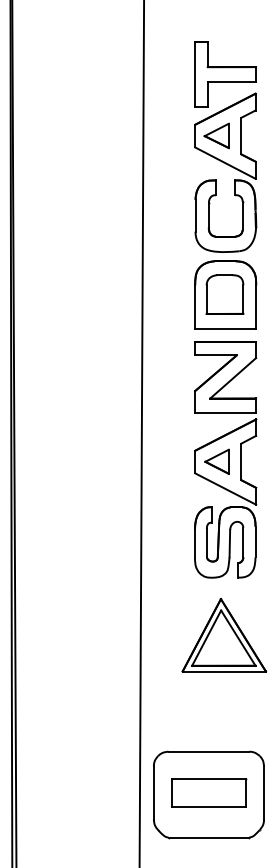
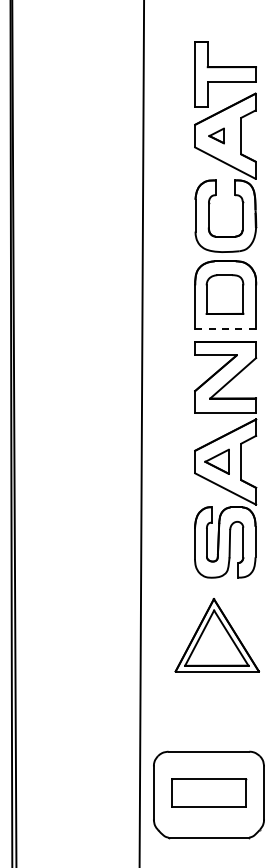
part at (216, 135) size: 27x28 px -> 17x18 px
line at (226, 328): solid -> dashed
part at (223, 635) position: (223, 635) -> (216, 635)
